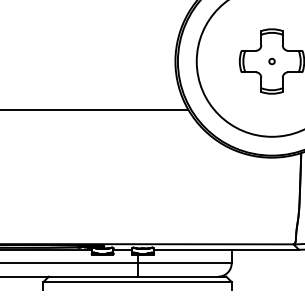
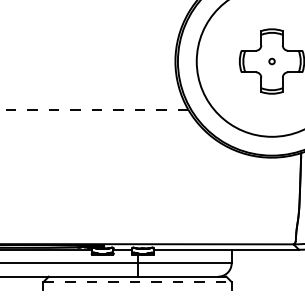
line at (94, 109): solid -> dashed
line at (138, 282): solid -> dashed
